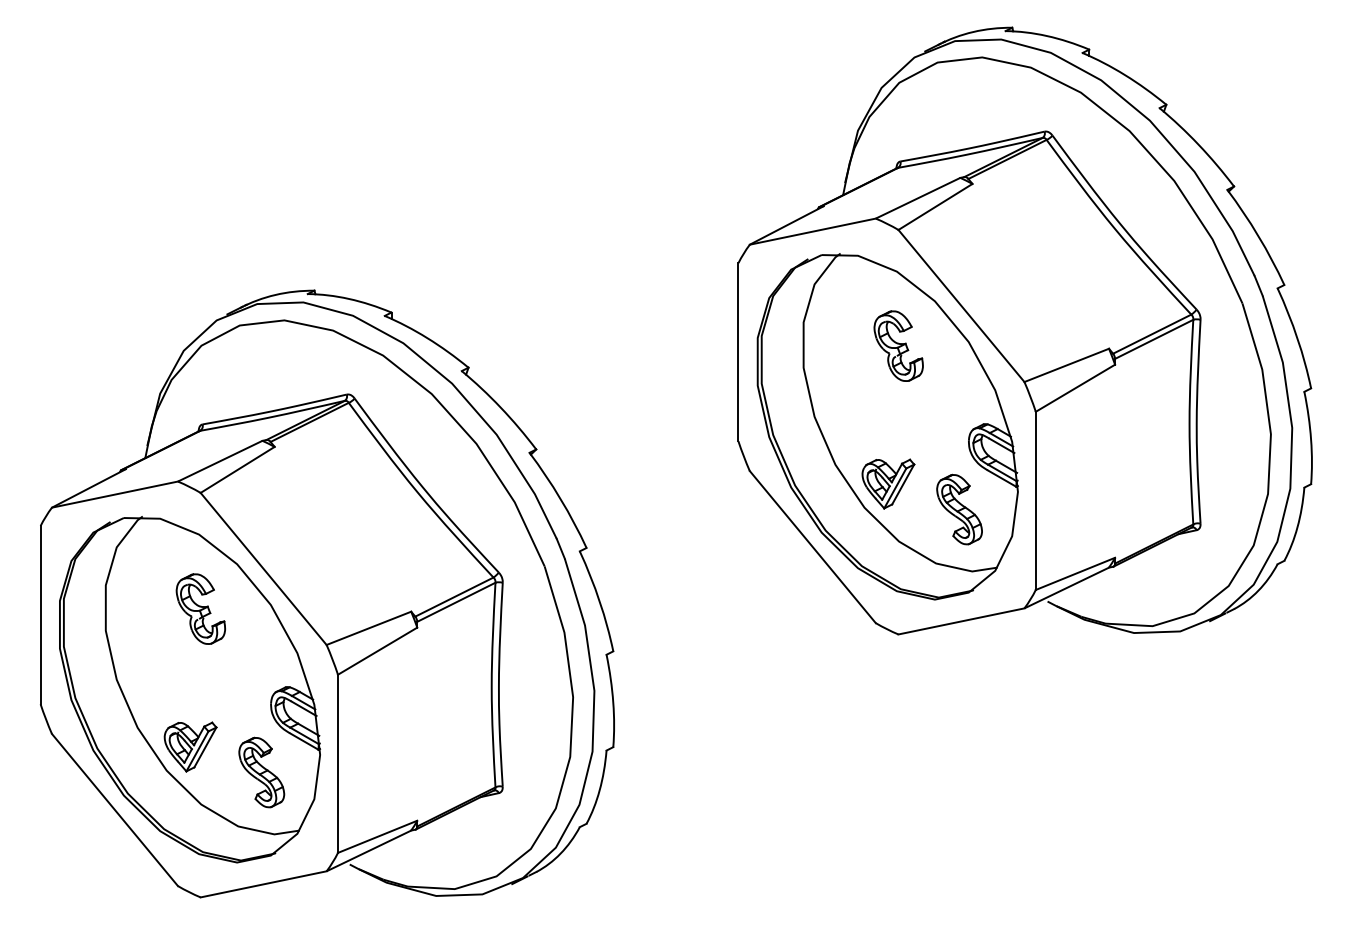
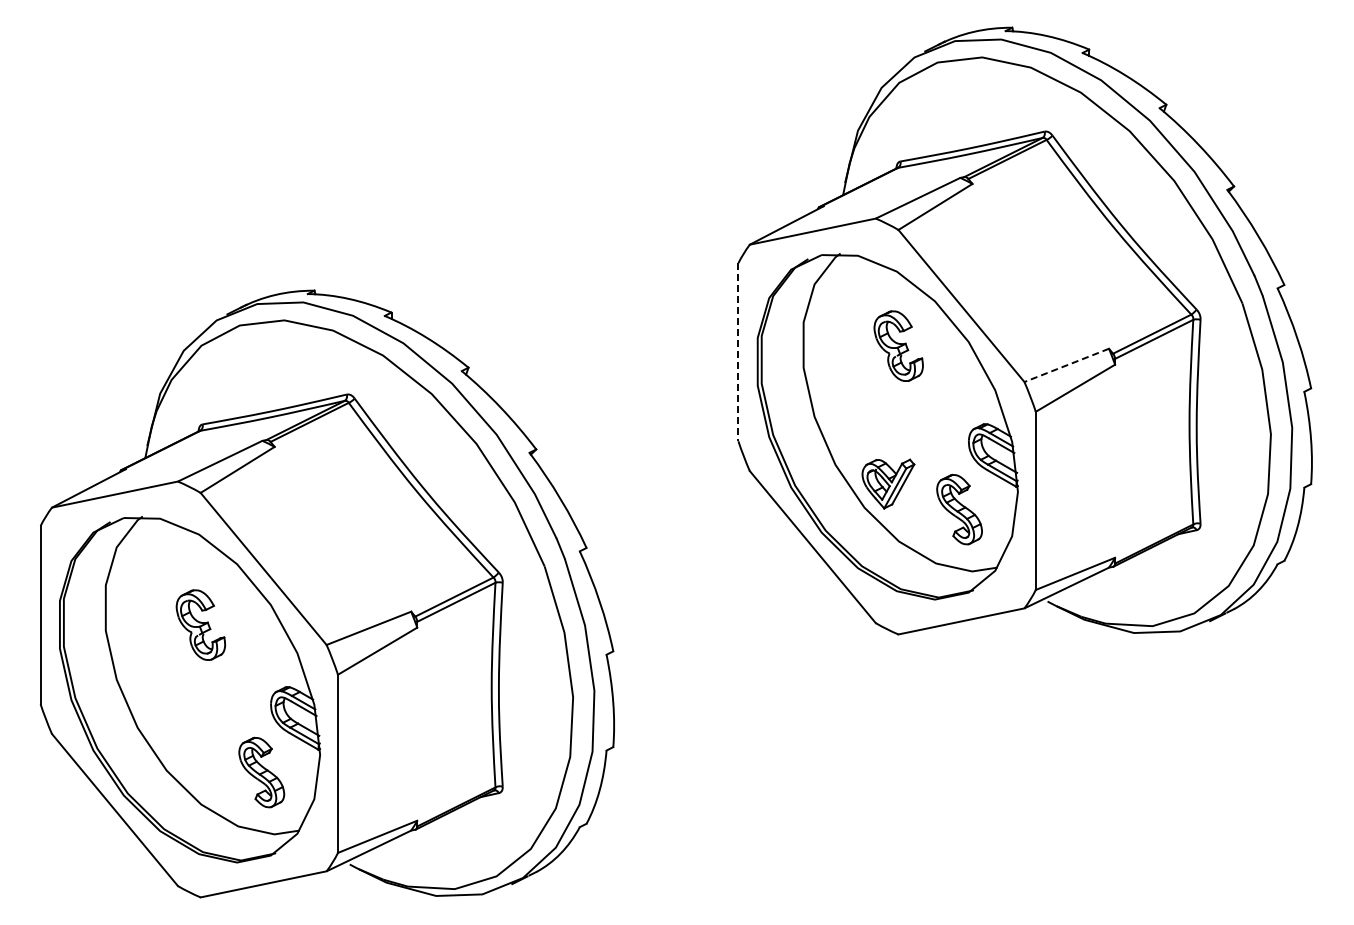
line at (738, 352): solid -> dashed
line at (1066, 365): solid -> dashed
part at (200, 608) position: (200, 608) -> (200, 624)
part at (190, 746): present -> none
